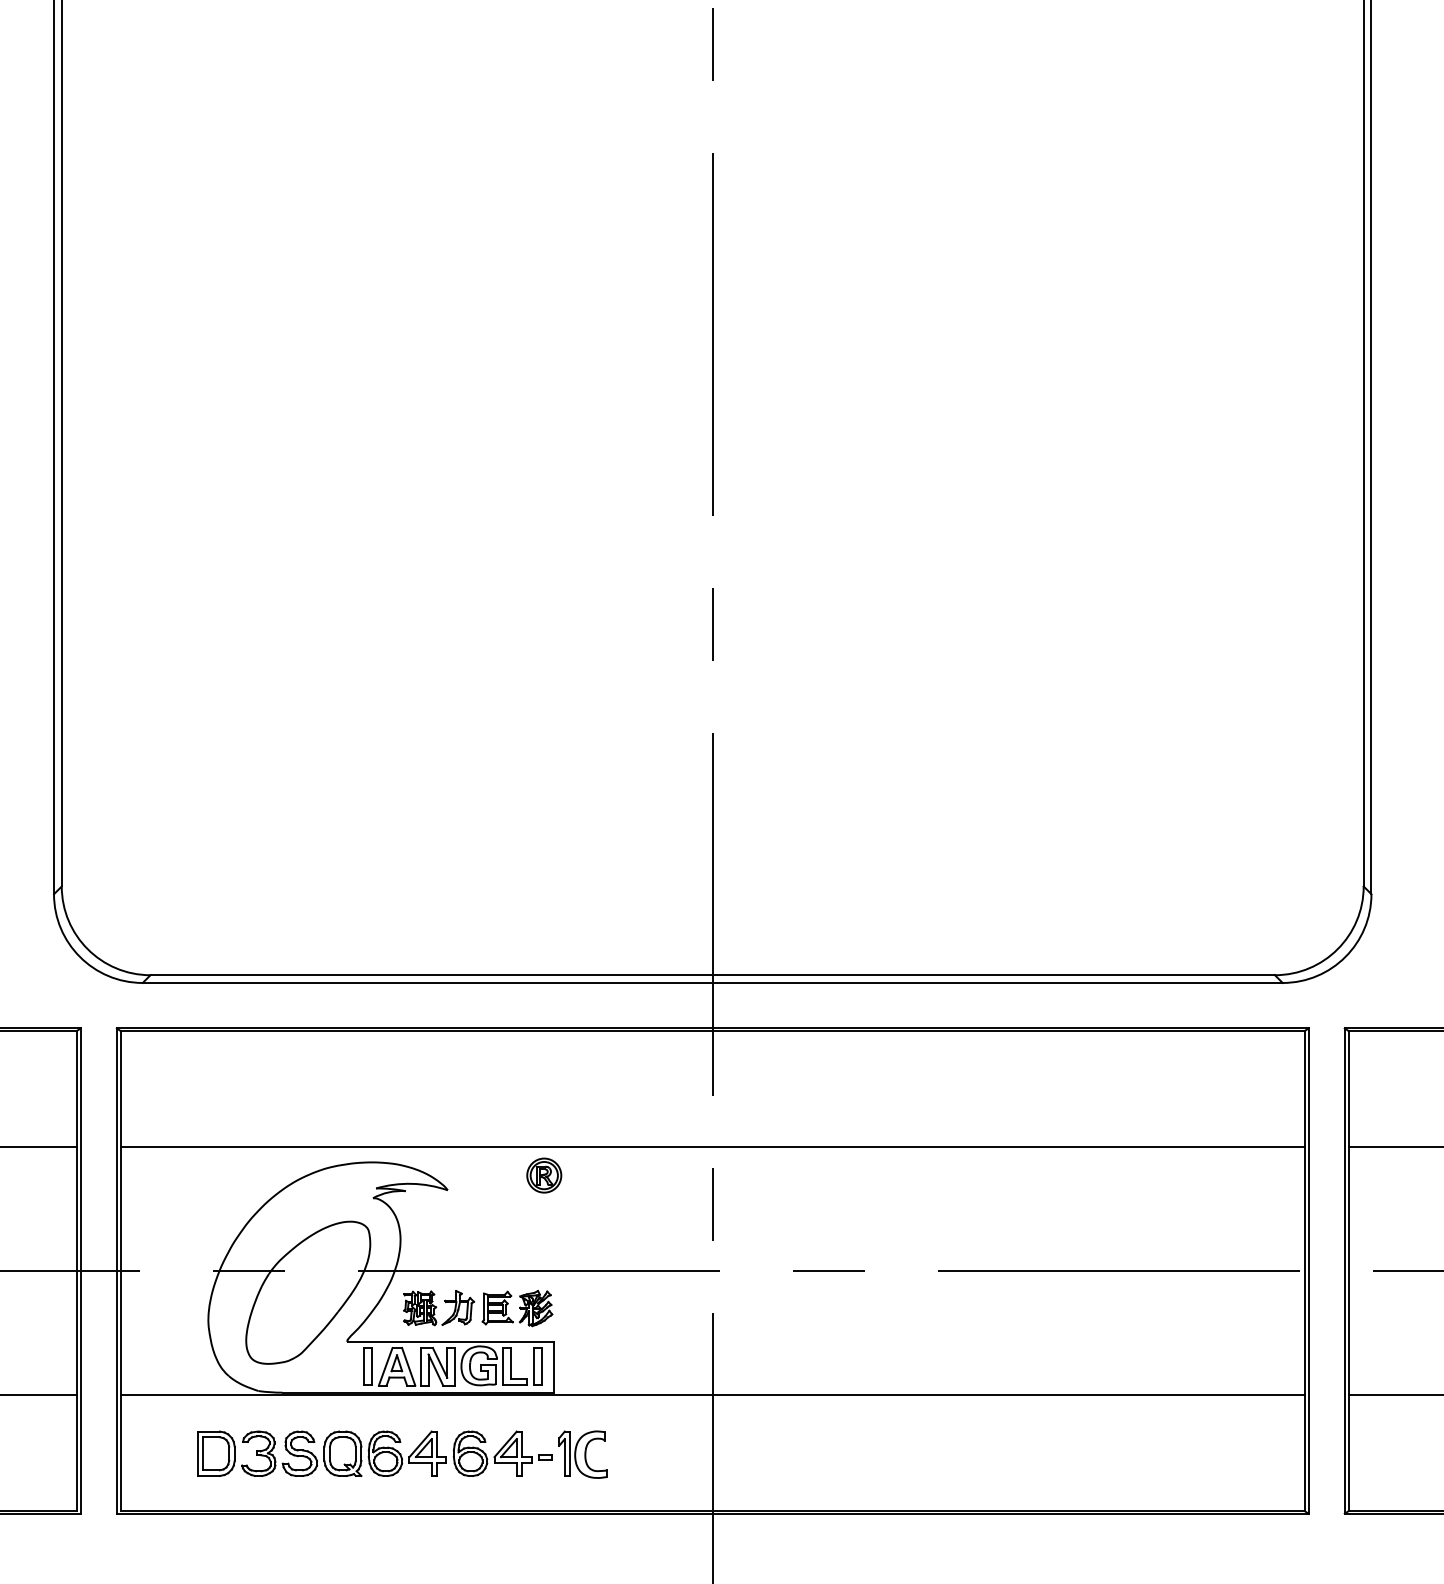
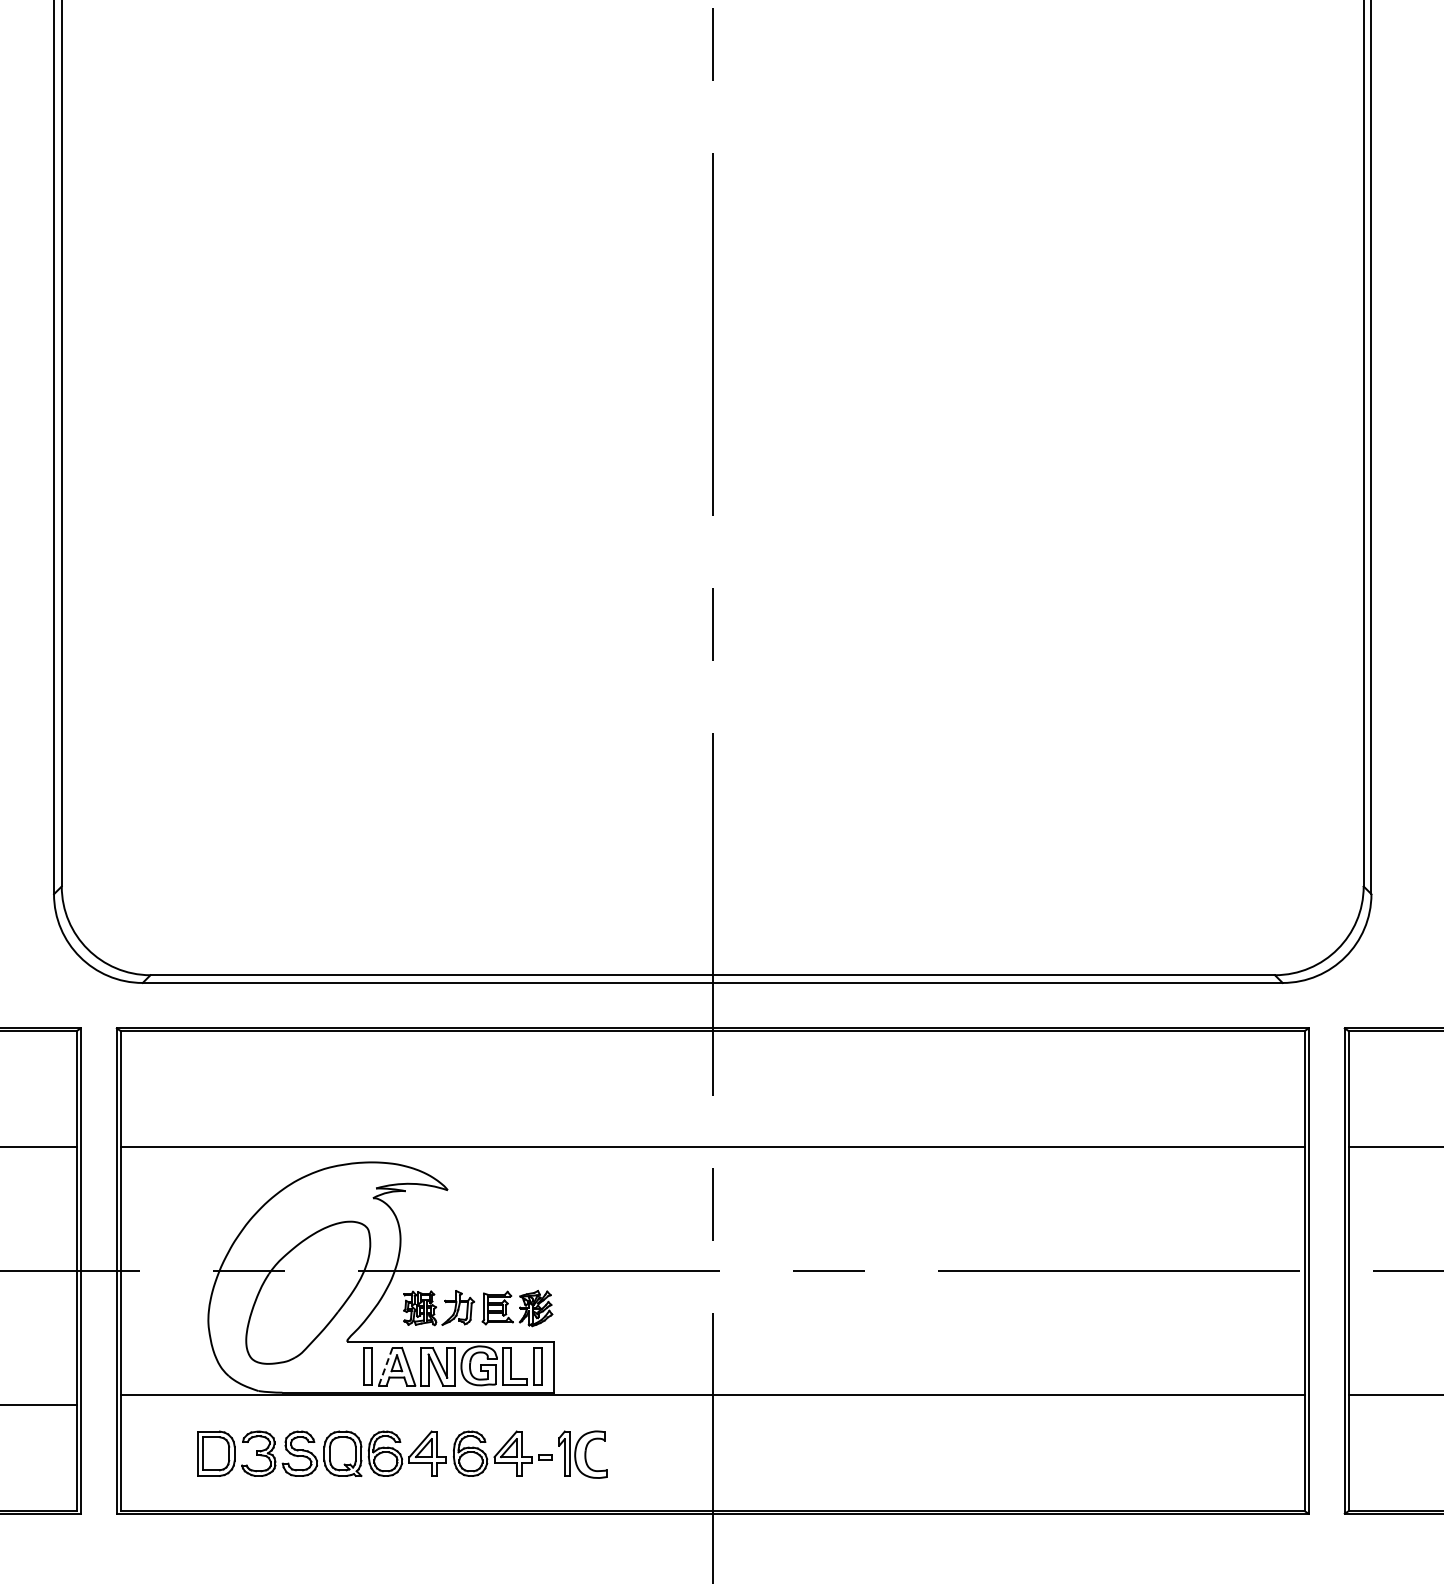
part at (544, 1175): present -> none
line at (385, 1366): solid -> dashed
line at (39, 1395) position: (39, 1395) -> (39, 1405)
